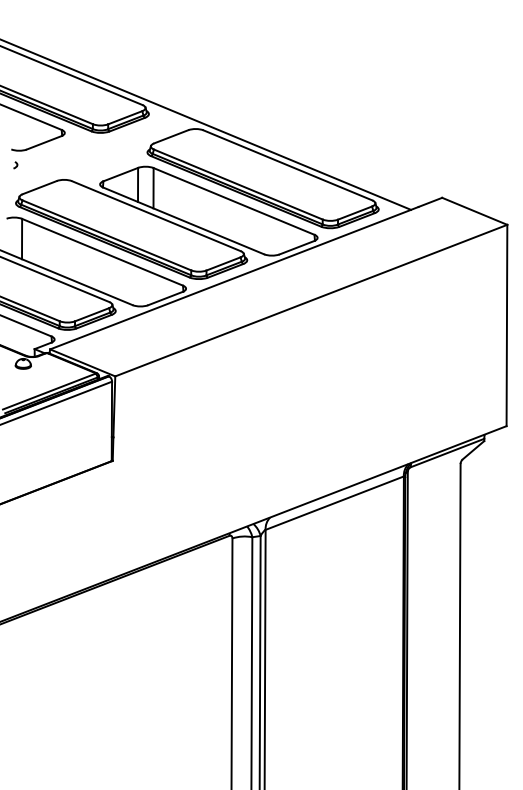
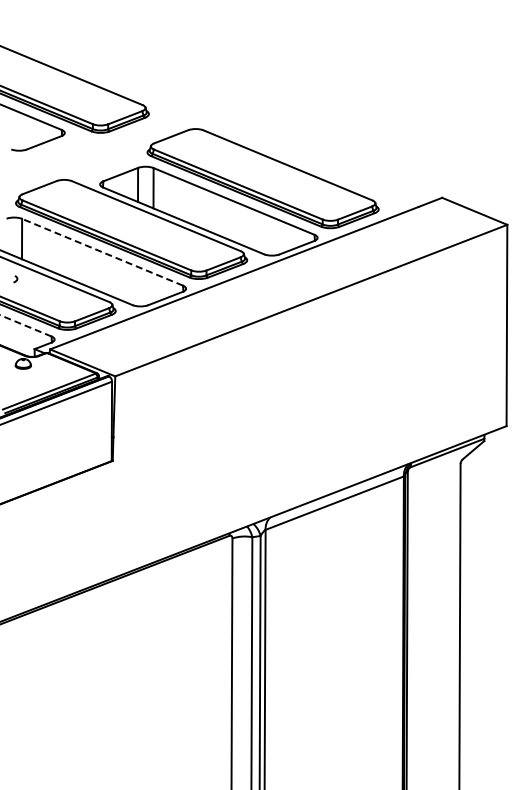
line at (206, 124): present -> none
curve at (16, 165) position: (16, 165) -> (16, 279)
line at (102, 252): solid -> dashed
line at (25, 325): solid -> dashed
